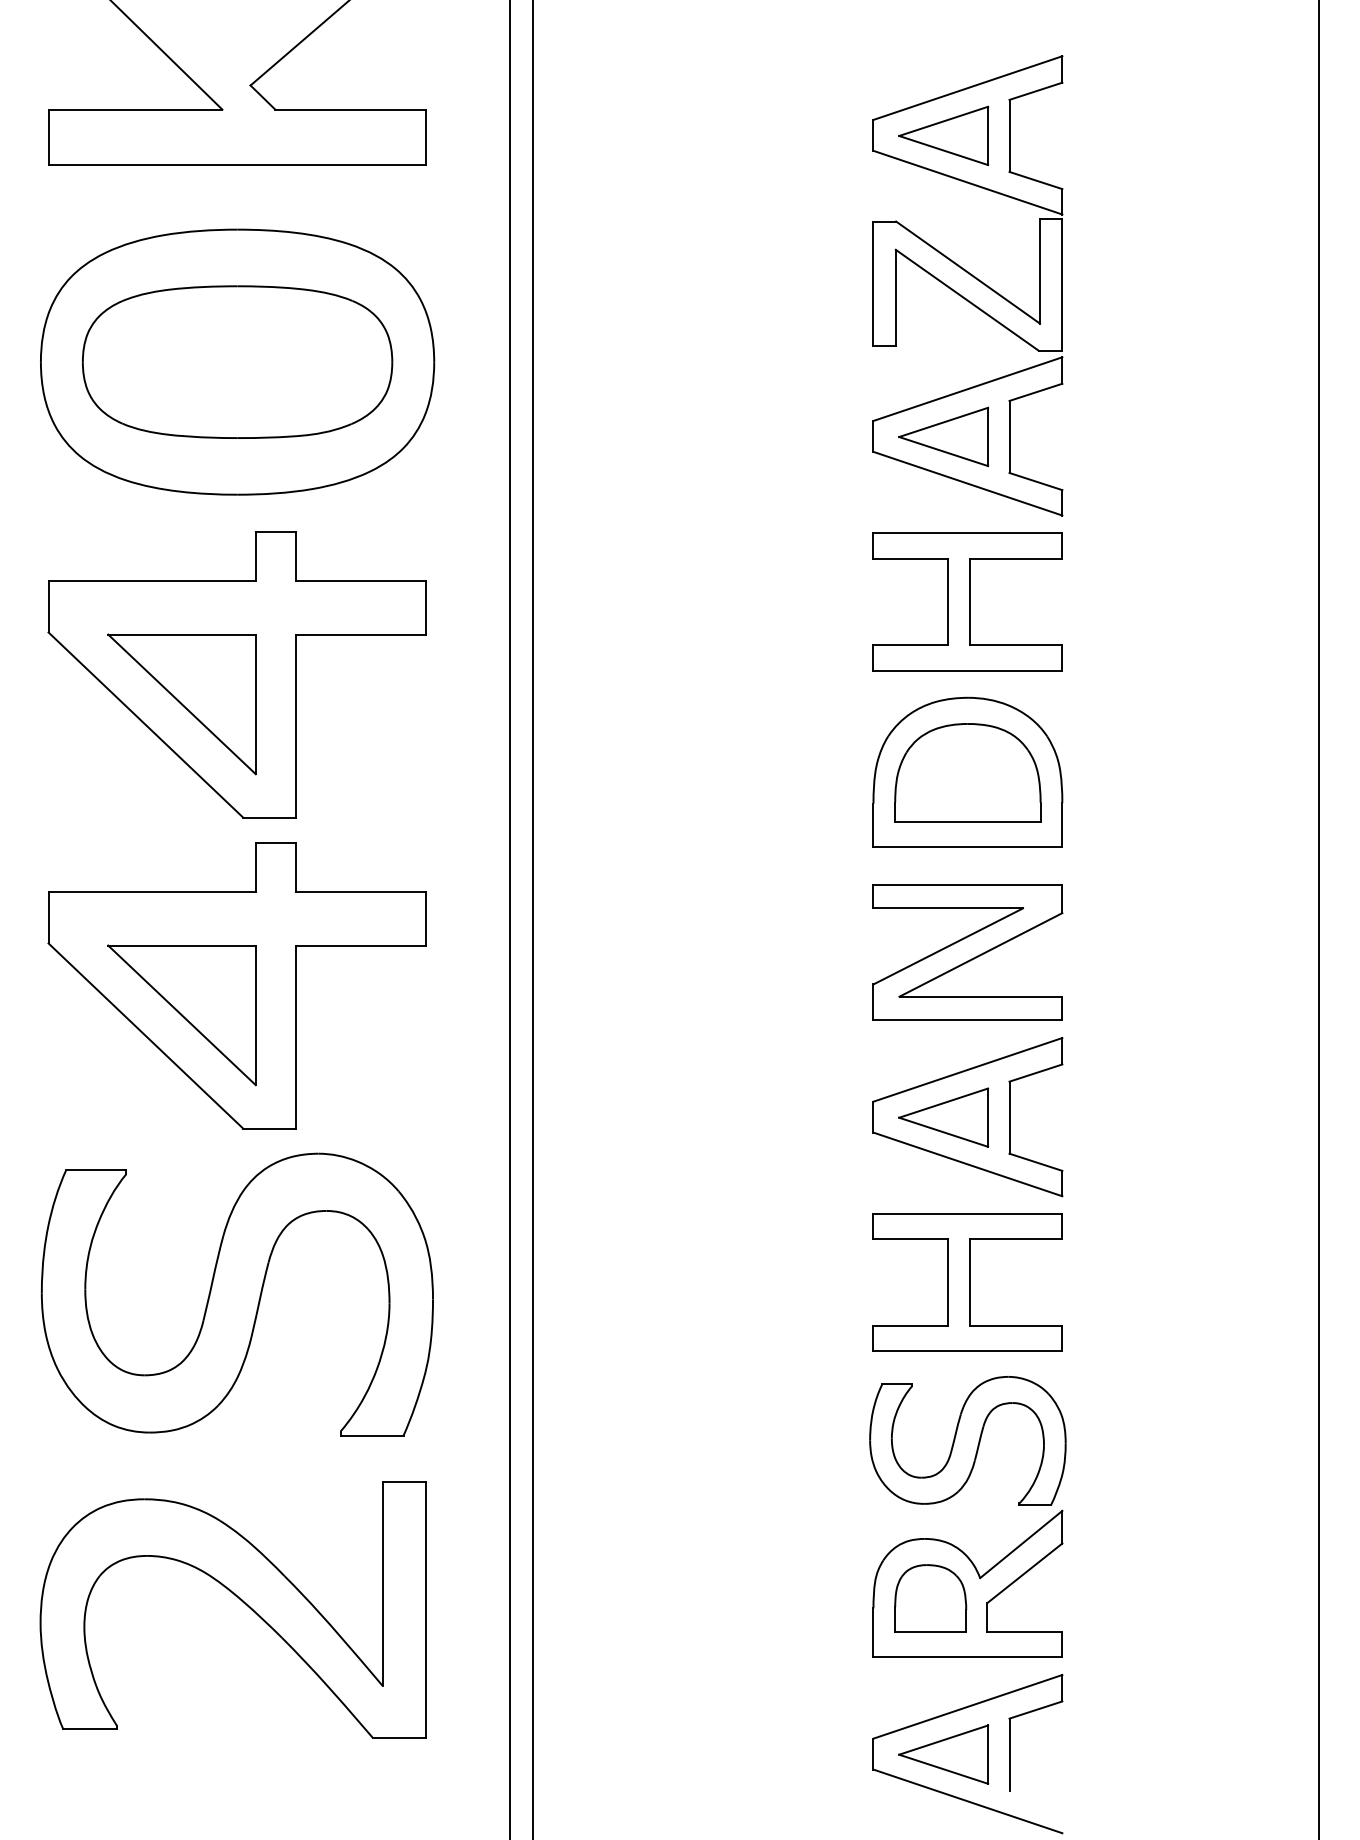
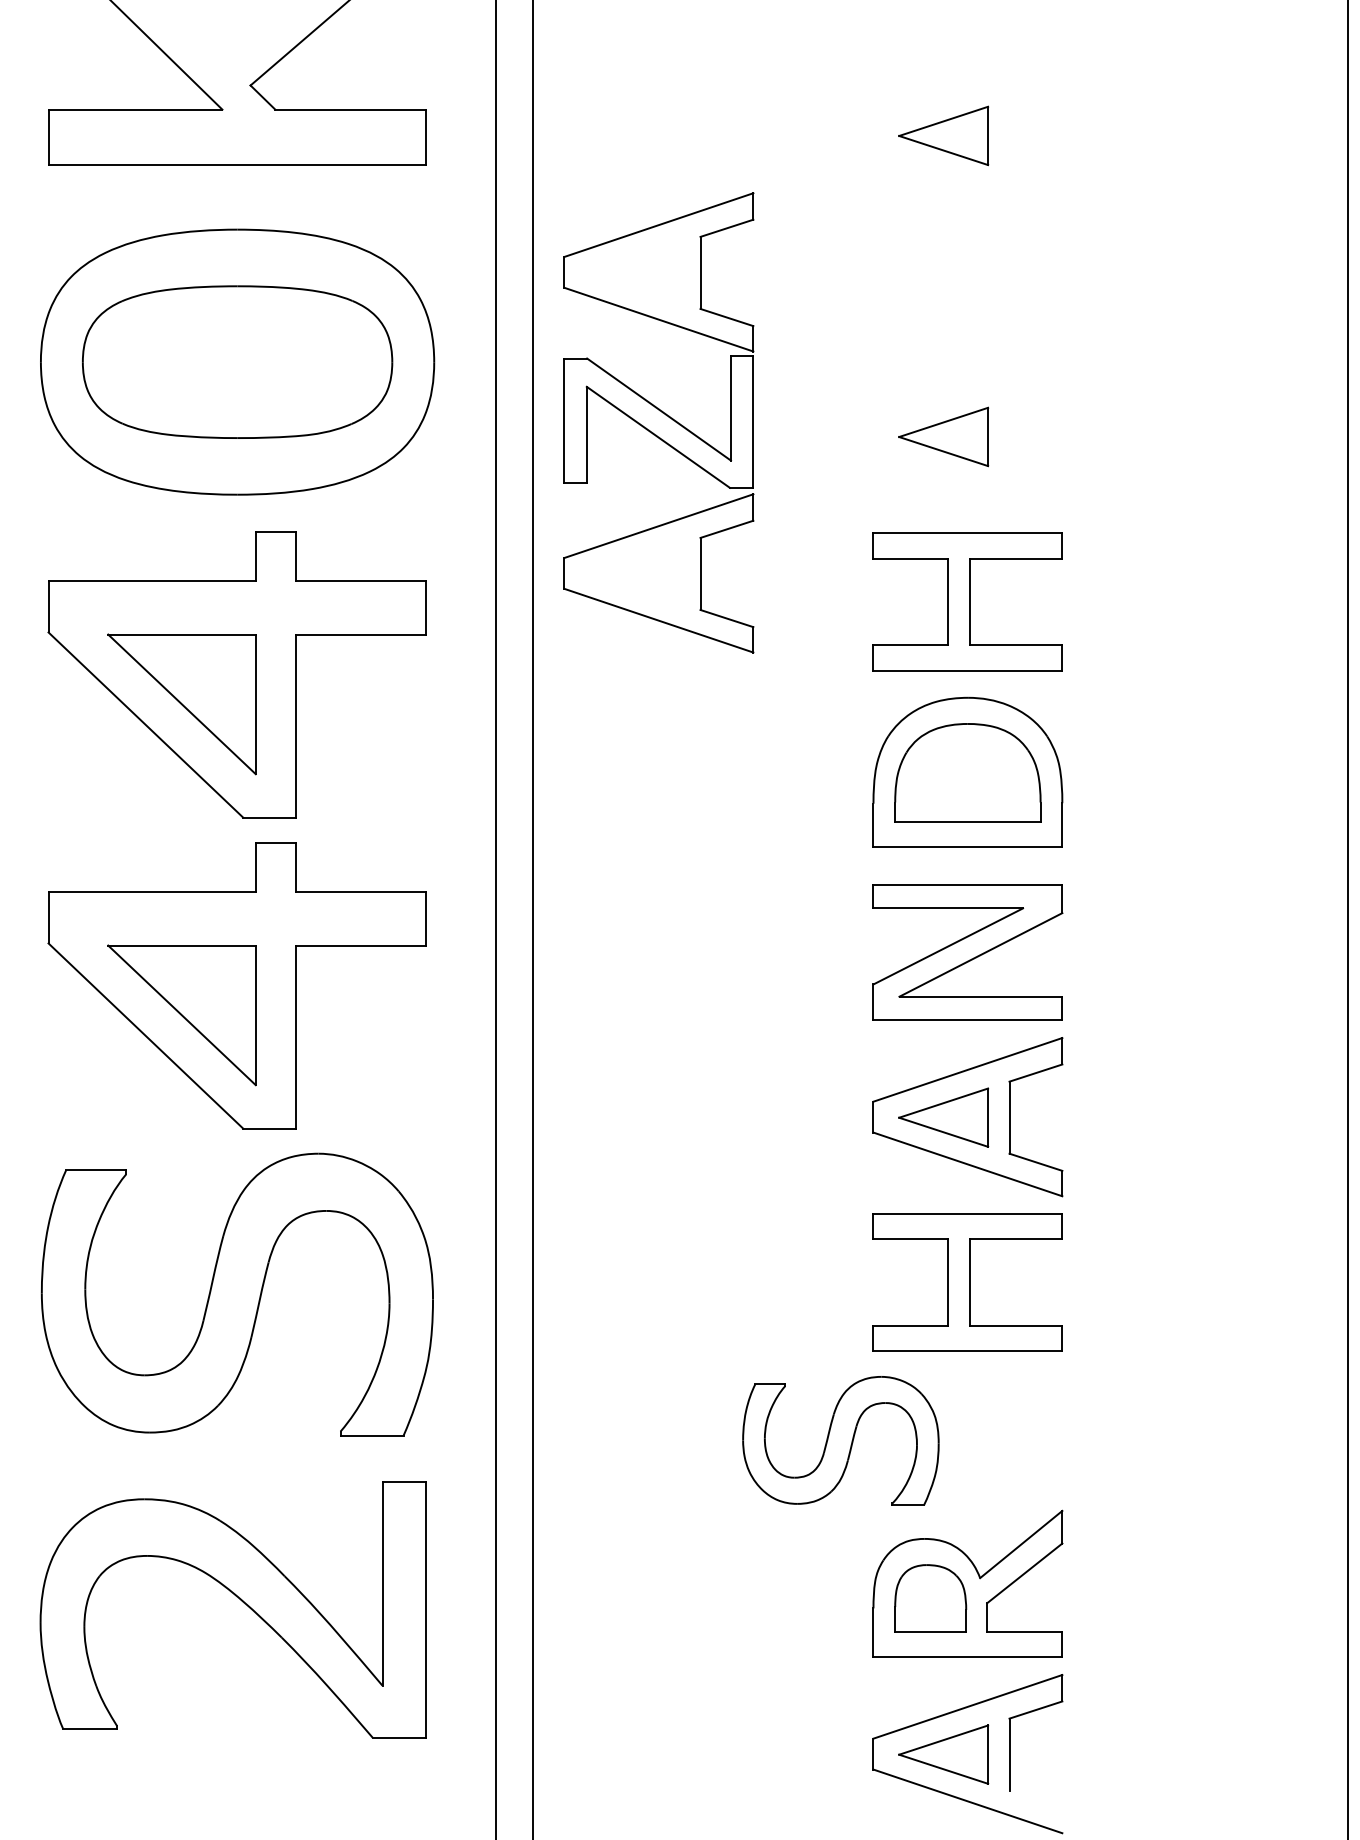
part at (967, 285) position: (967, 285) -> (658, 422)
line at (510, 919) position: (510, 919) -> (496, 919)
line at (1319, 919) position: (1319, 919) -> (1348, 919)
part at (967, 1440) position: (967, 1440) -> (840, 1440)
